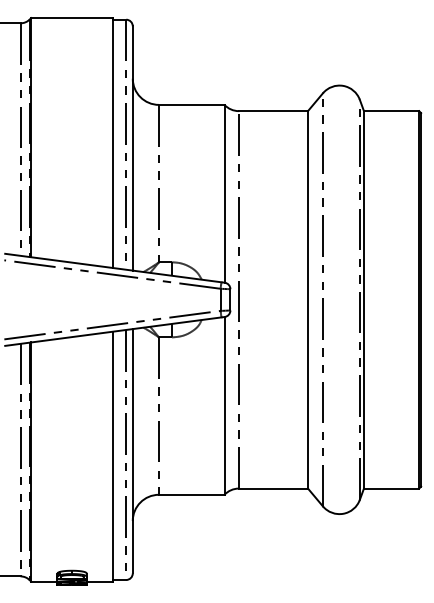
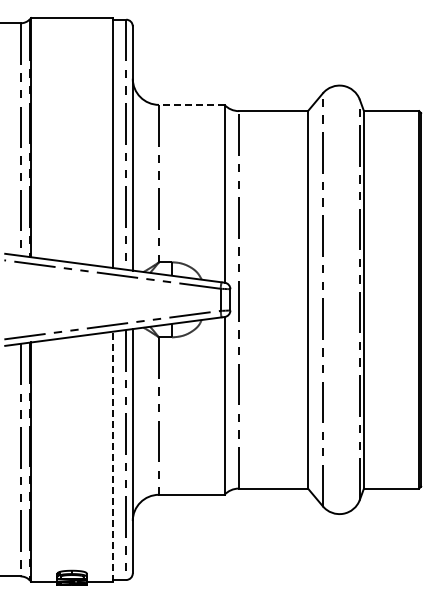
line at (191, 104): solid -> dashed
line at (113, 456): solid -> dashed
